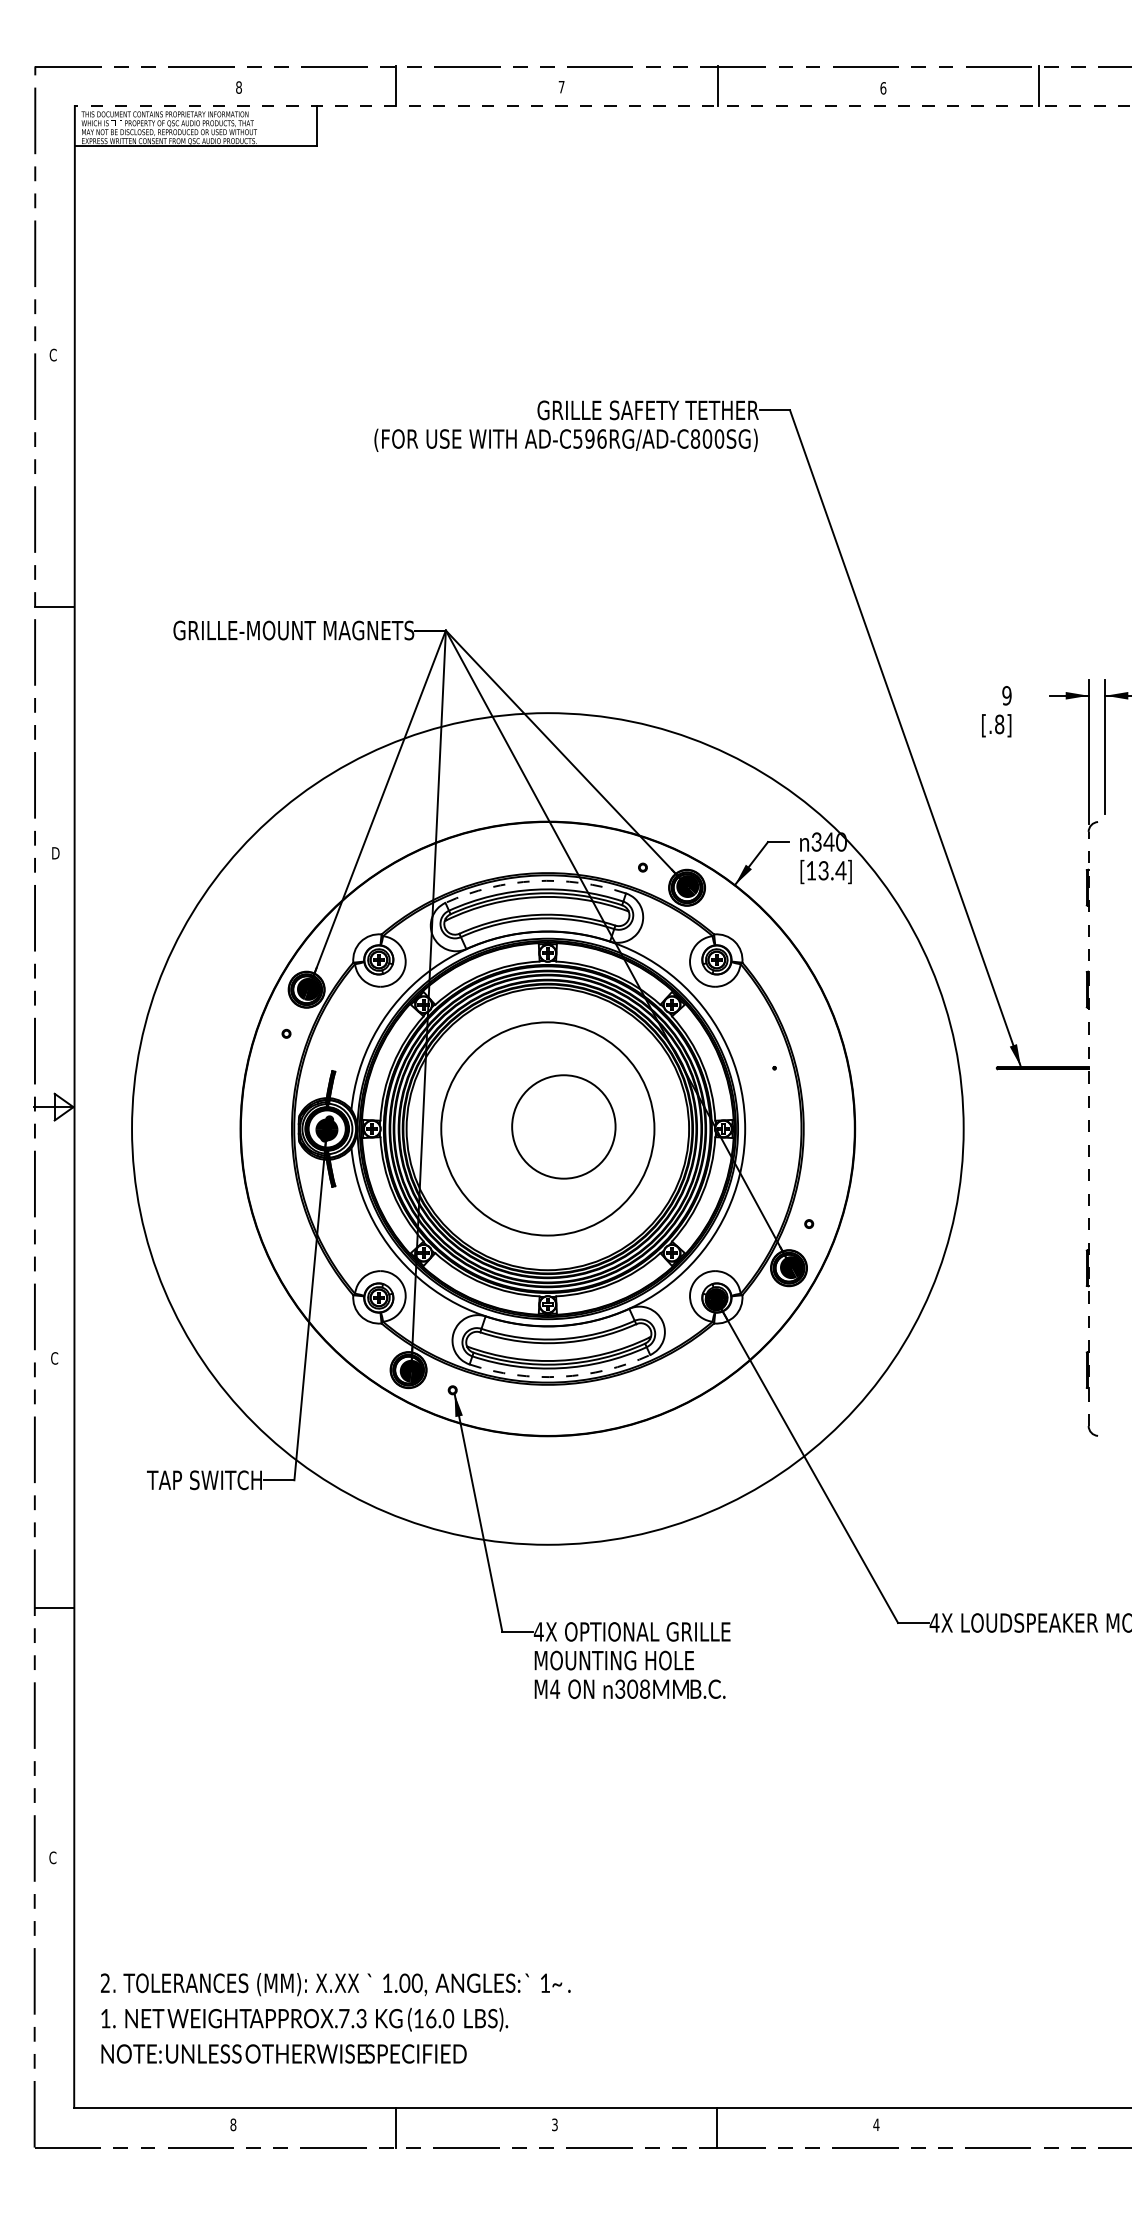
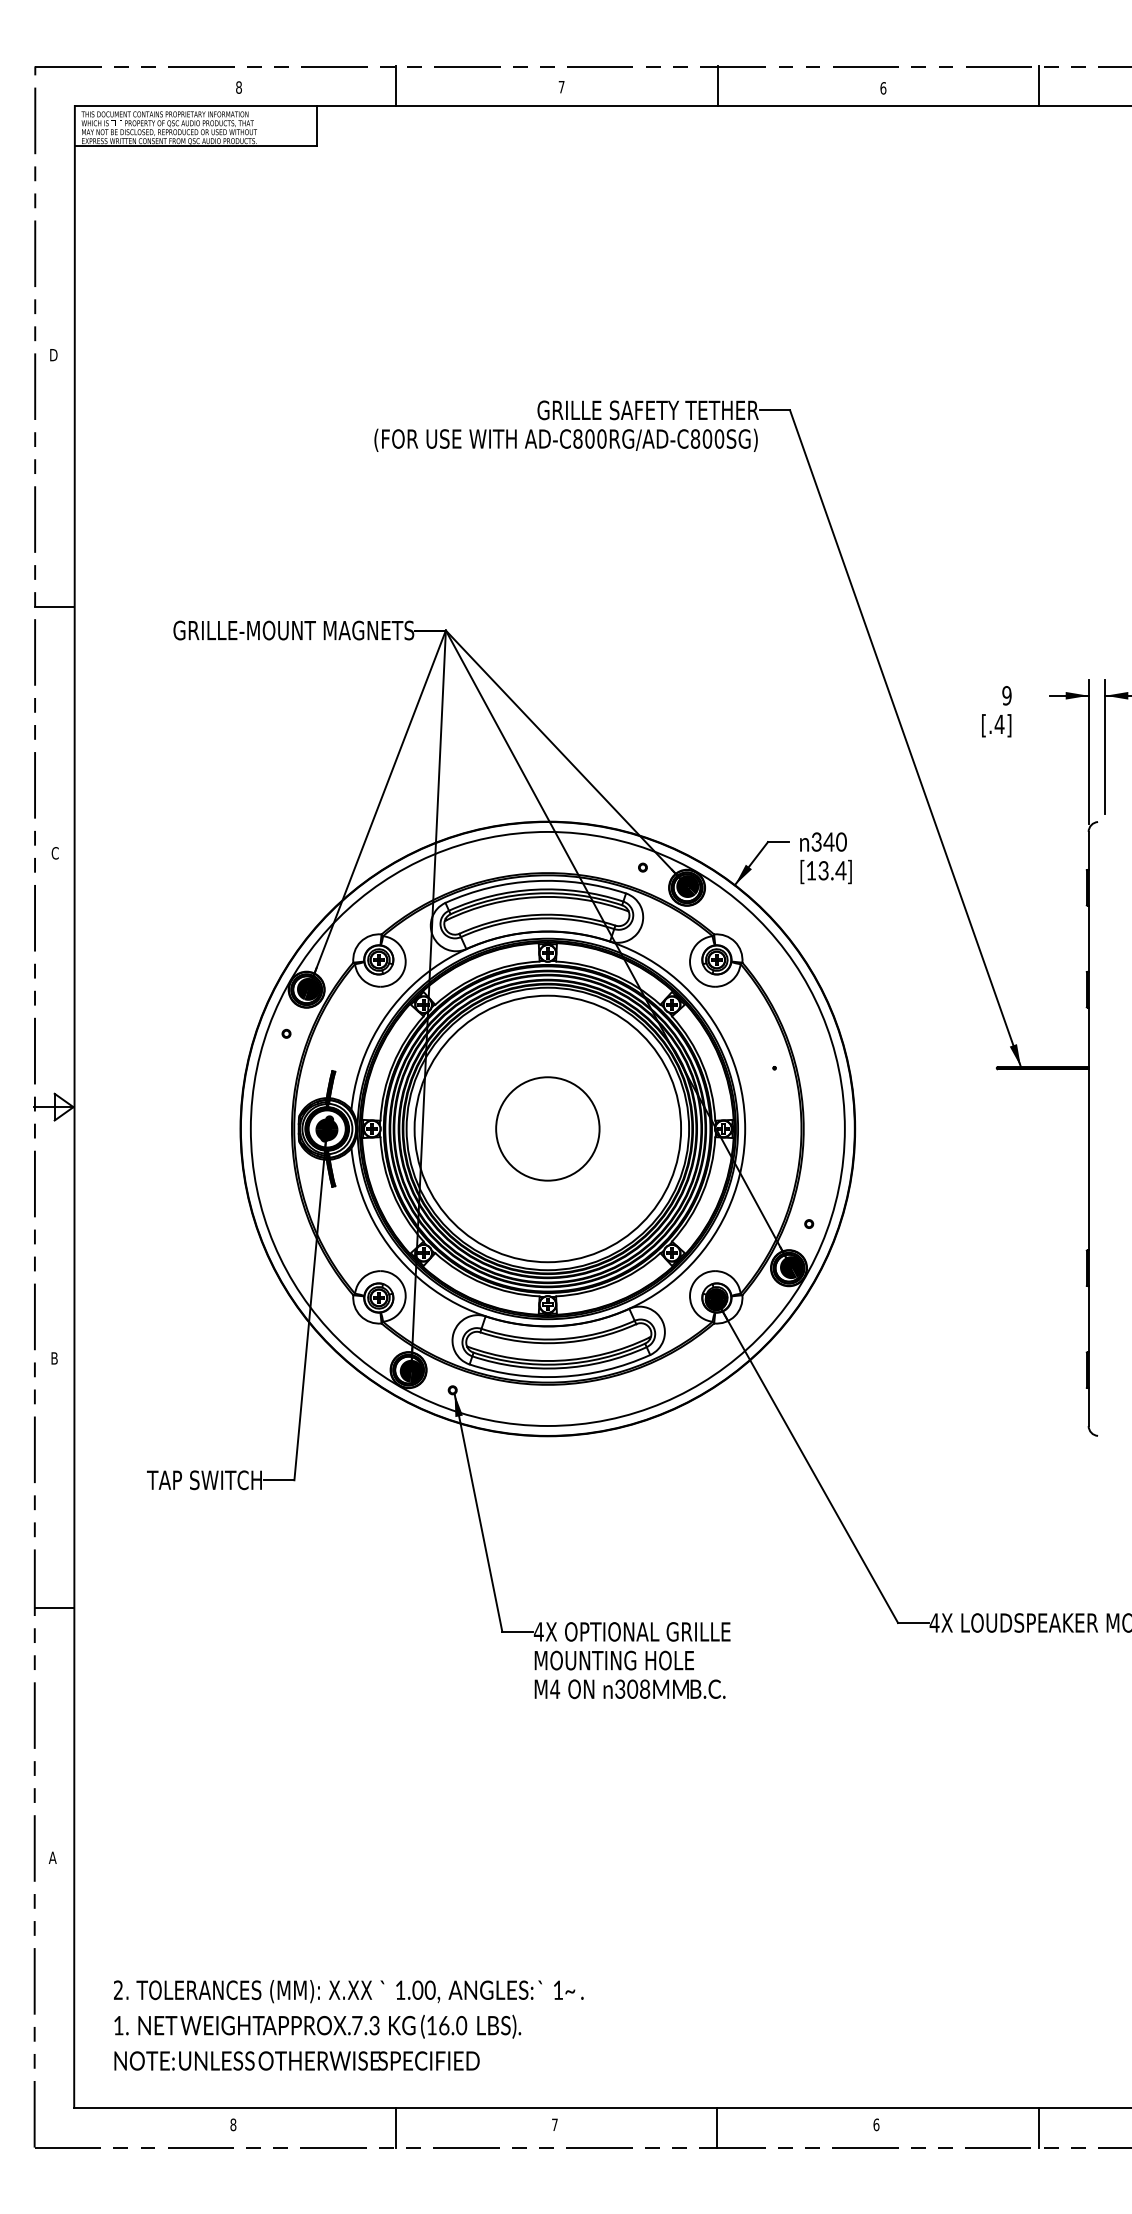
line at (602, 105): dashed -> solid
text at (53, 354): C -> D
text at (589, 438): AD-C596RG/AD-C800SG) -> AD-C800RG/AD-C800SG)
text at (999, 724): [.8] -> [.4]
text at (55, 853): D -> C
arc at (534, 881): dashed -> solid
circle at (563, 1126) position: (563, 1126) -> (547, 1128)
circle at (547, 1128) diameter: 213 px -> 266 px
circle at (547, 1128) diameter: 832 px -> 594 px
line at (1088, 1128): dashed -> solid
text at (54, 1358): C -> B
arc at (560, 1376): dashed -> solid
text at (52, 1857): C -> A
text at (335, 2018) position: (335, 2018) -> (348, 2025)
text at (554, 2124): 3 -> 7
text at (876, 2124): 4 -> 6
line at (1038, 2127): none -> present
